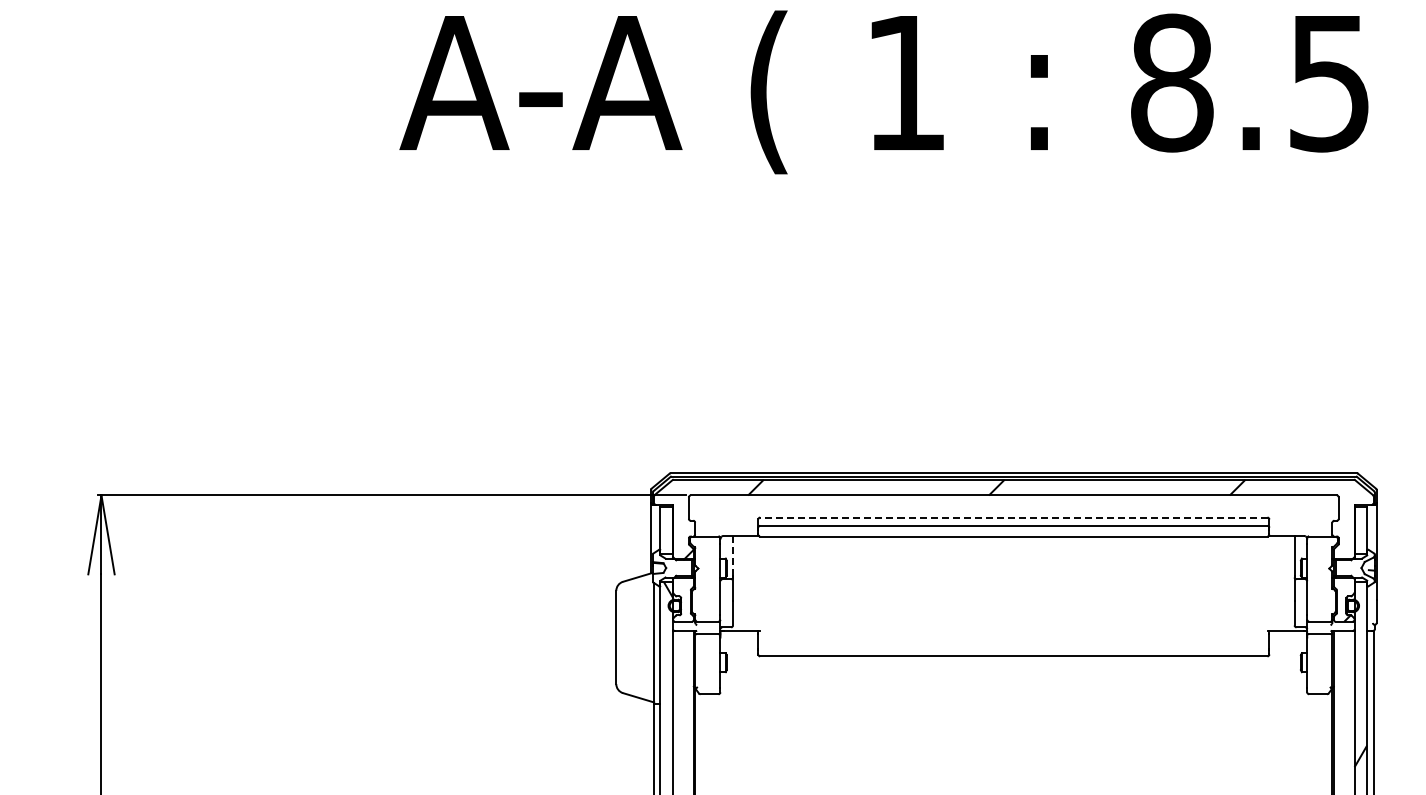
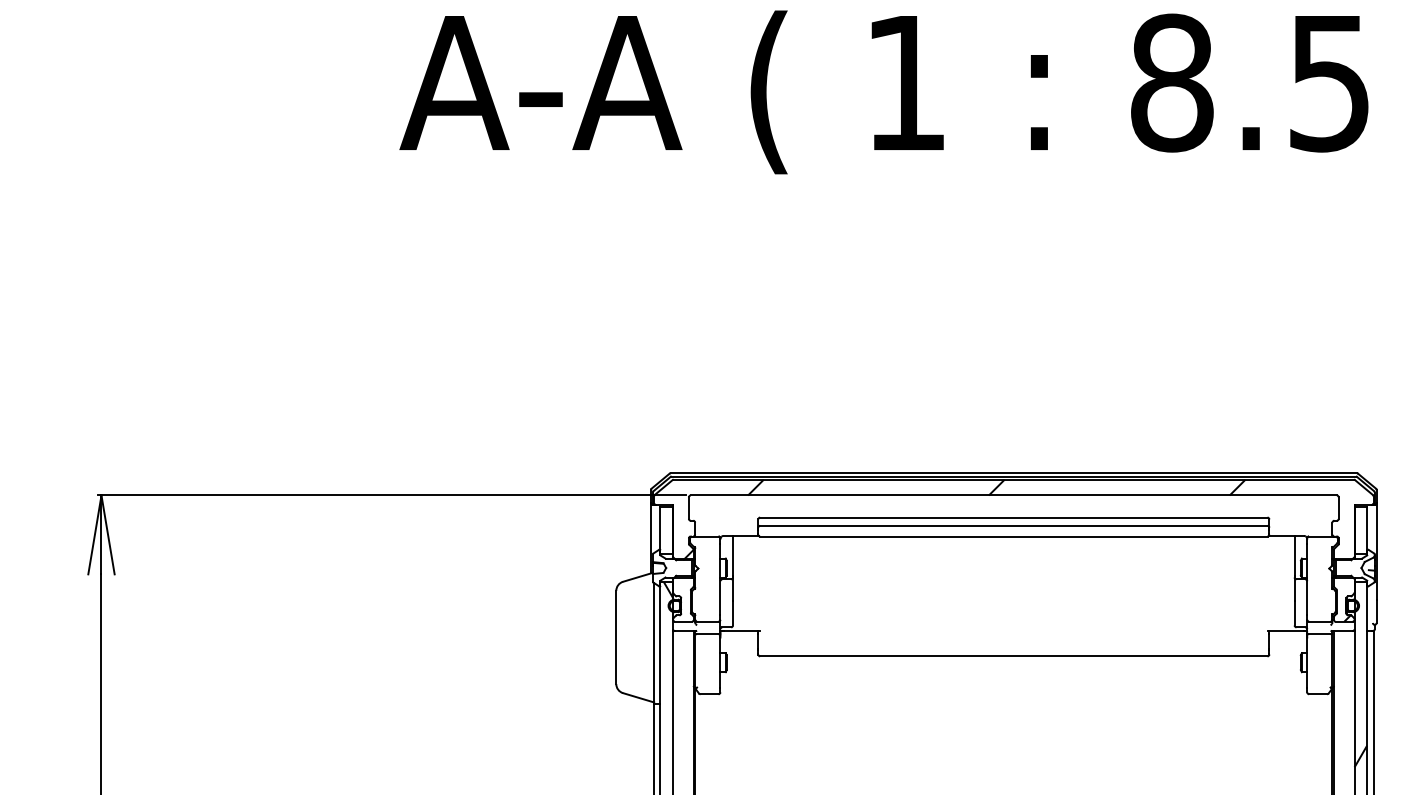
line at (1013, 517): dashed -> solid
line at (733, 555): dashed -> solid
